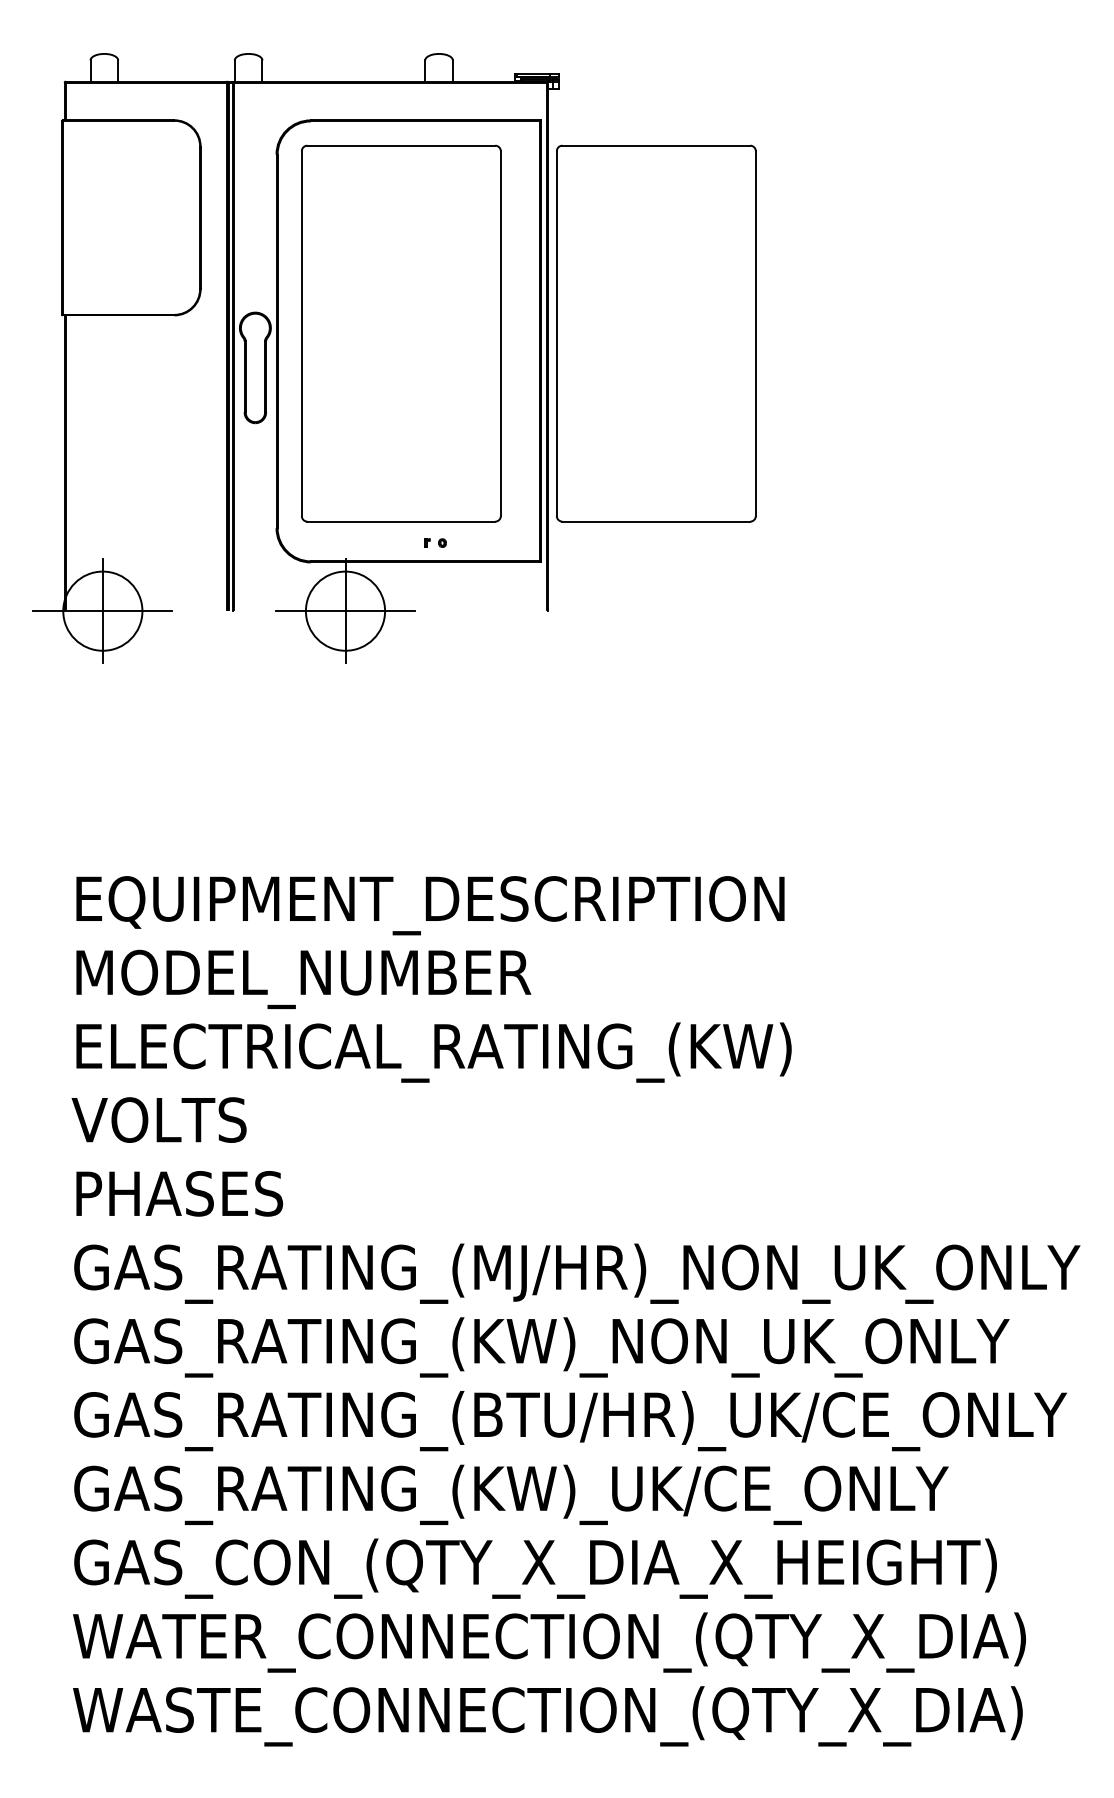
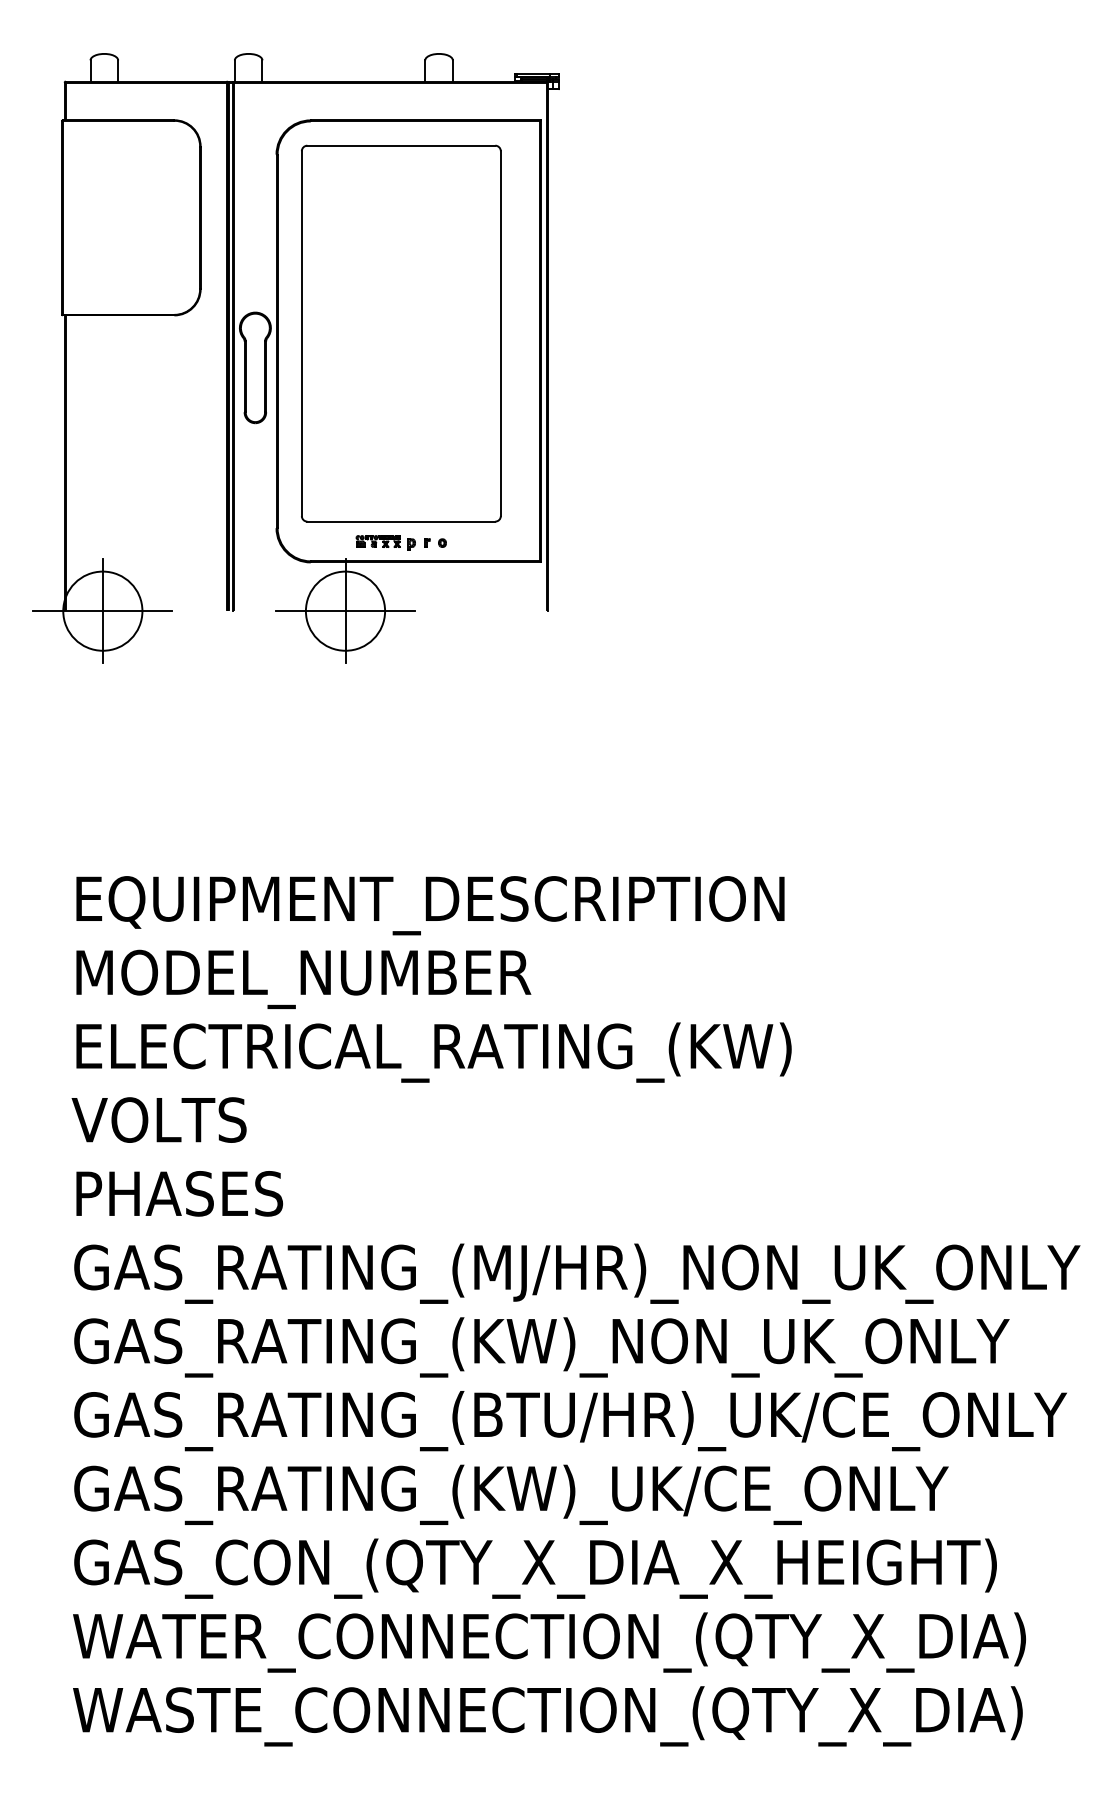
part at (656, 333): present -> none
part at (385, 542): none -> present
